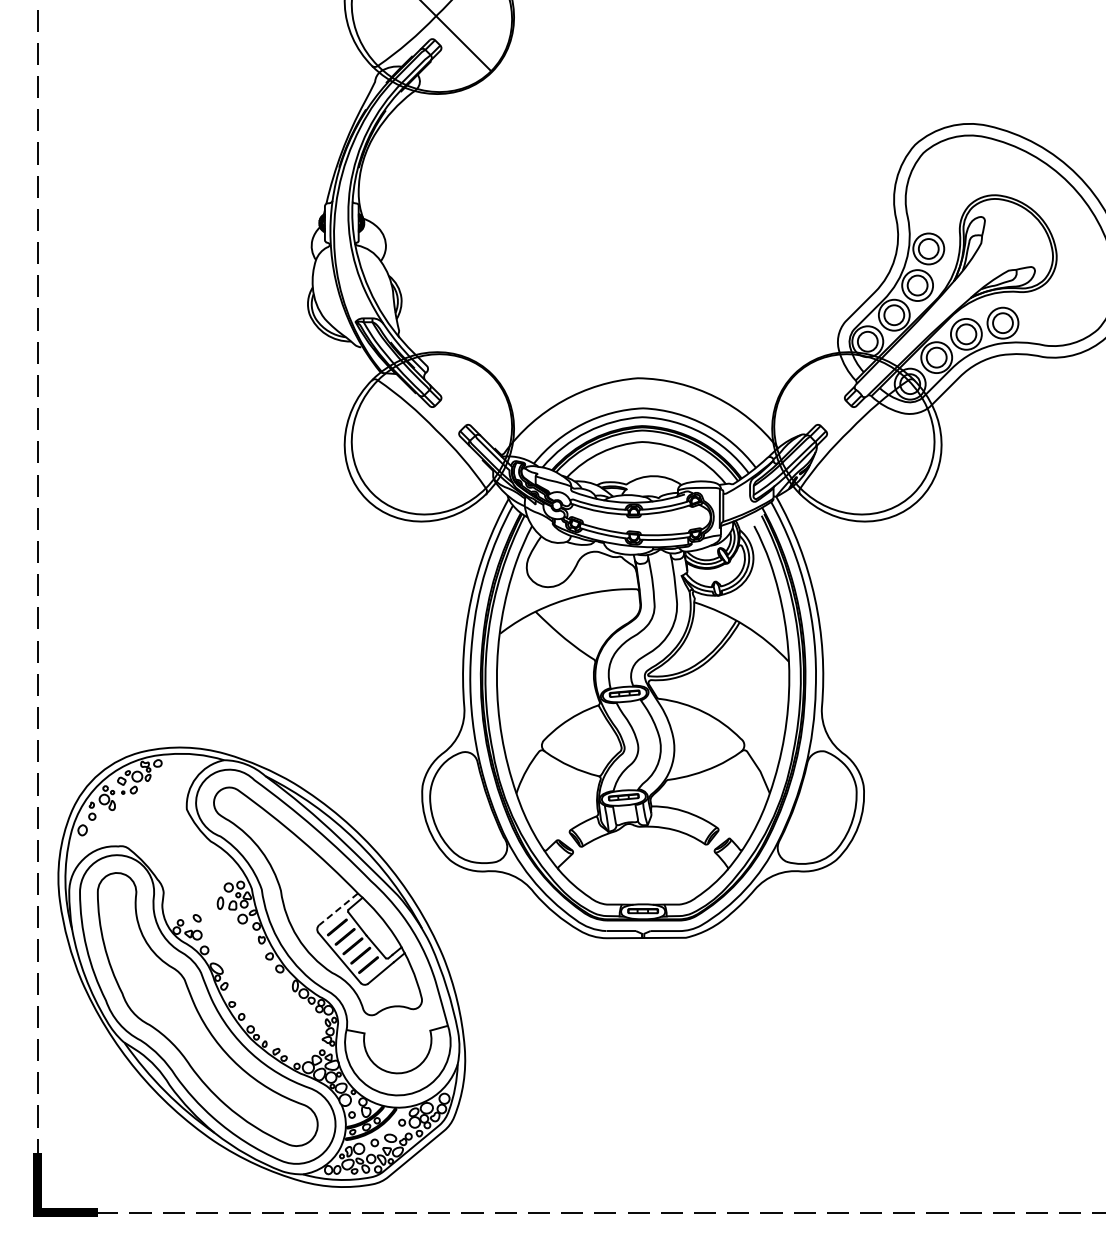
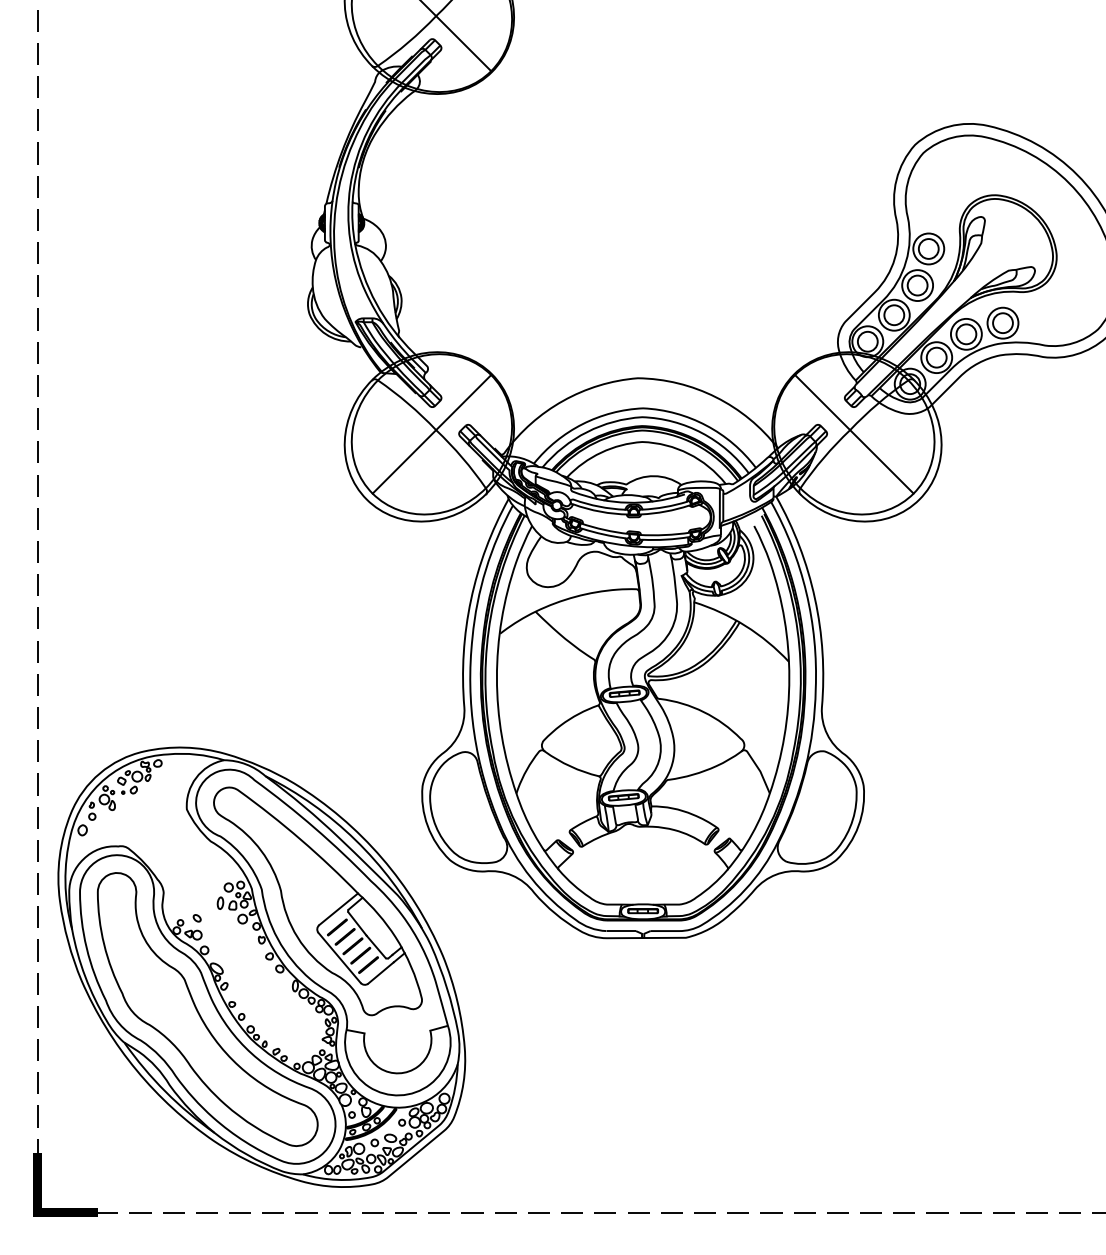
line at (431, 434): none -> present
line at (854, 434): none -> present
line at (338, 909): dashed -> solid
